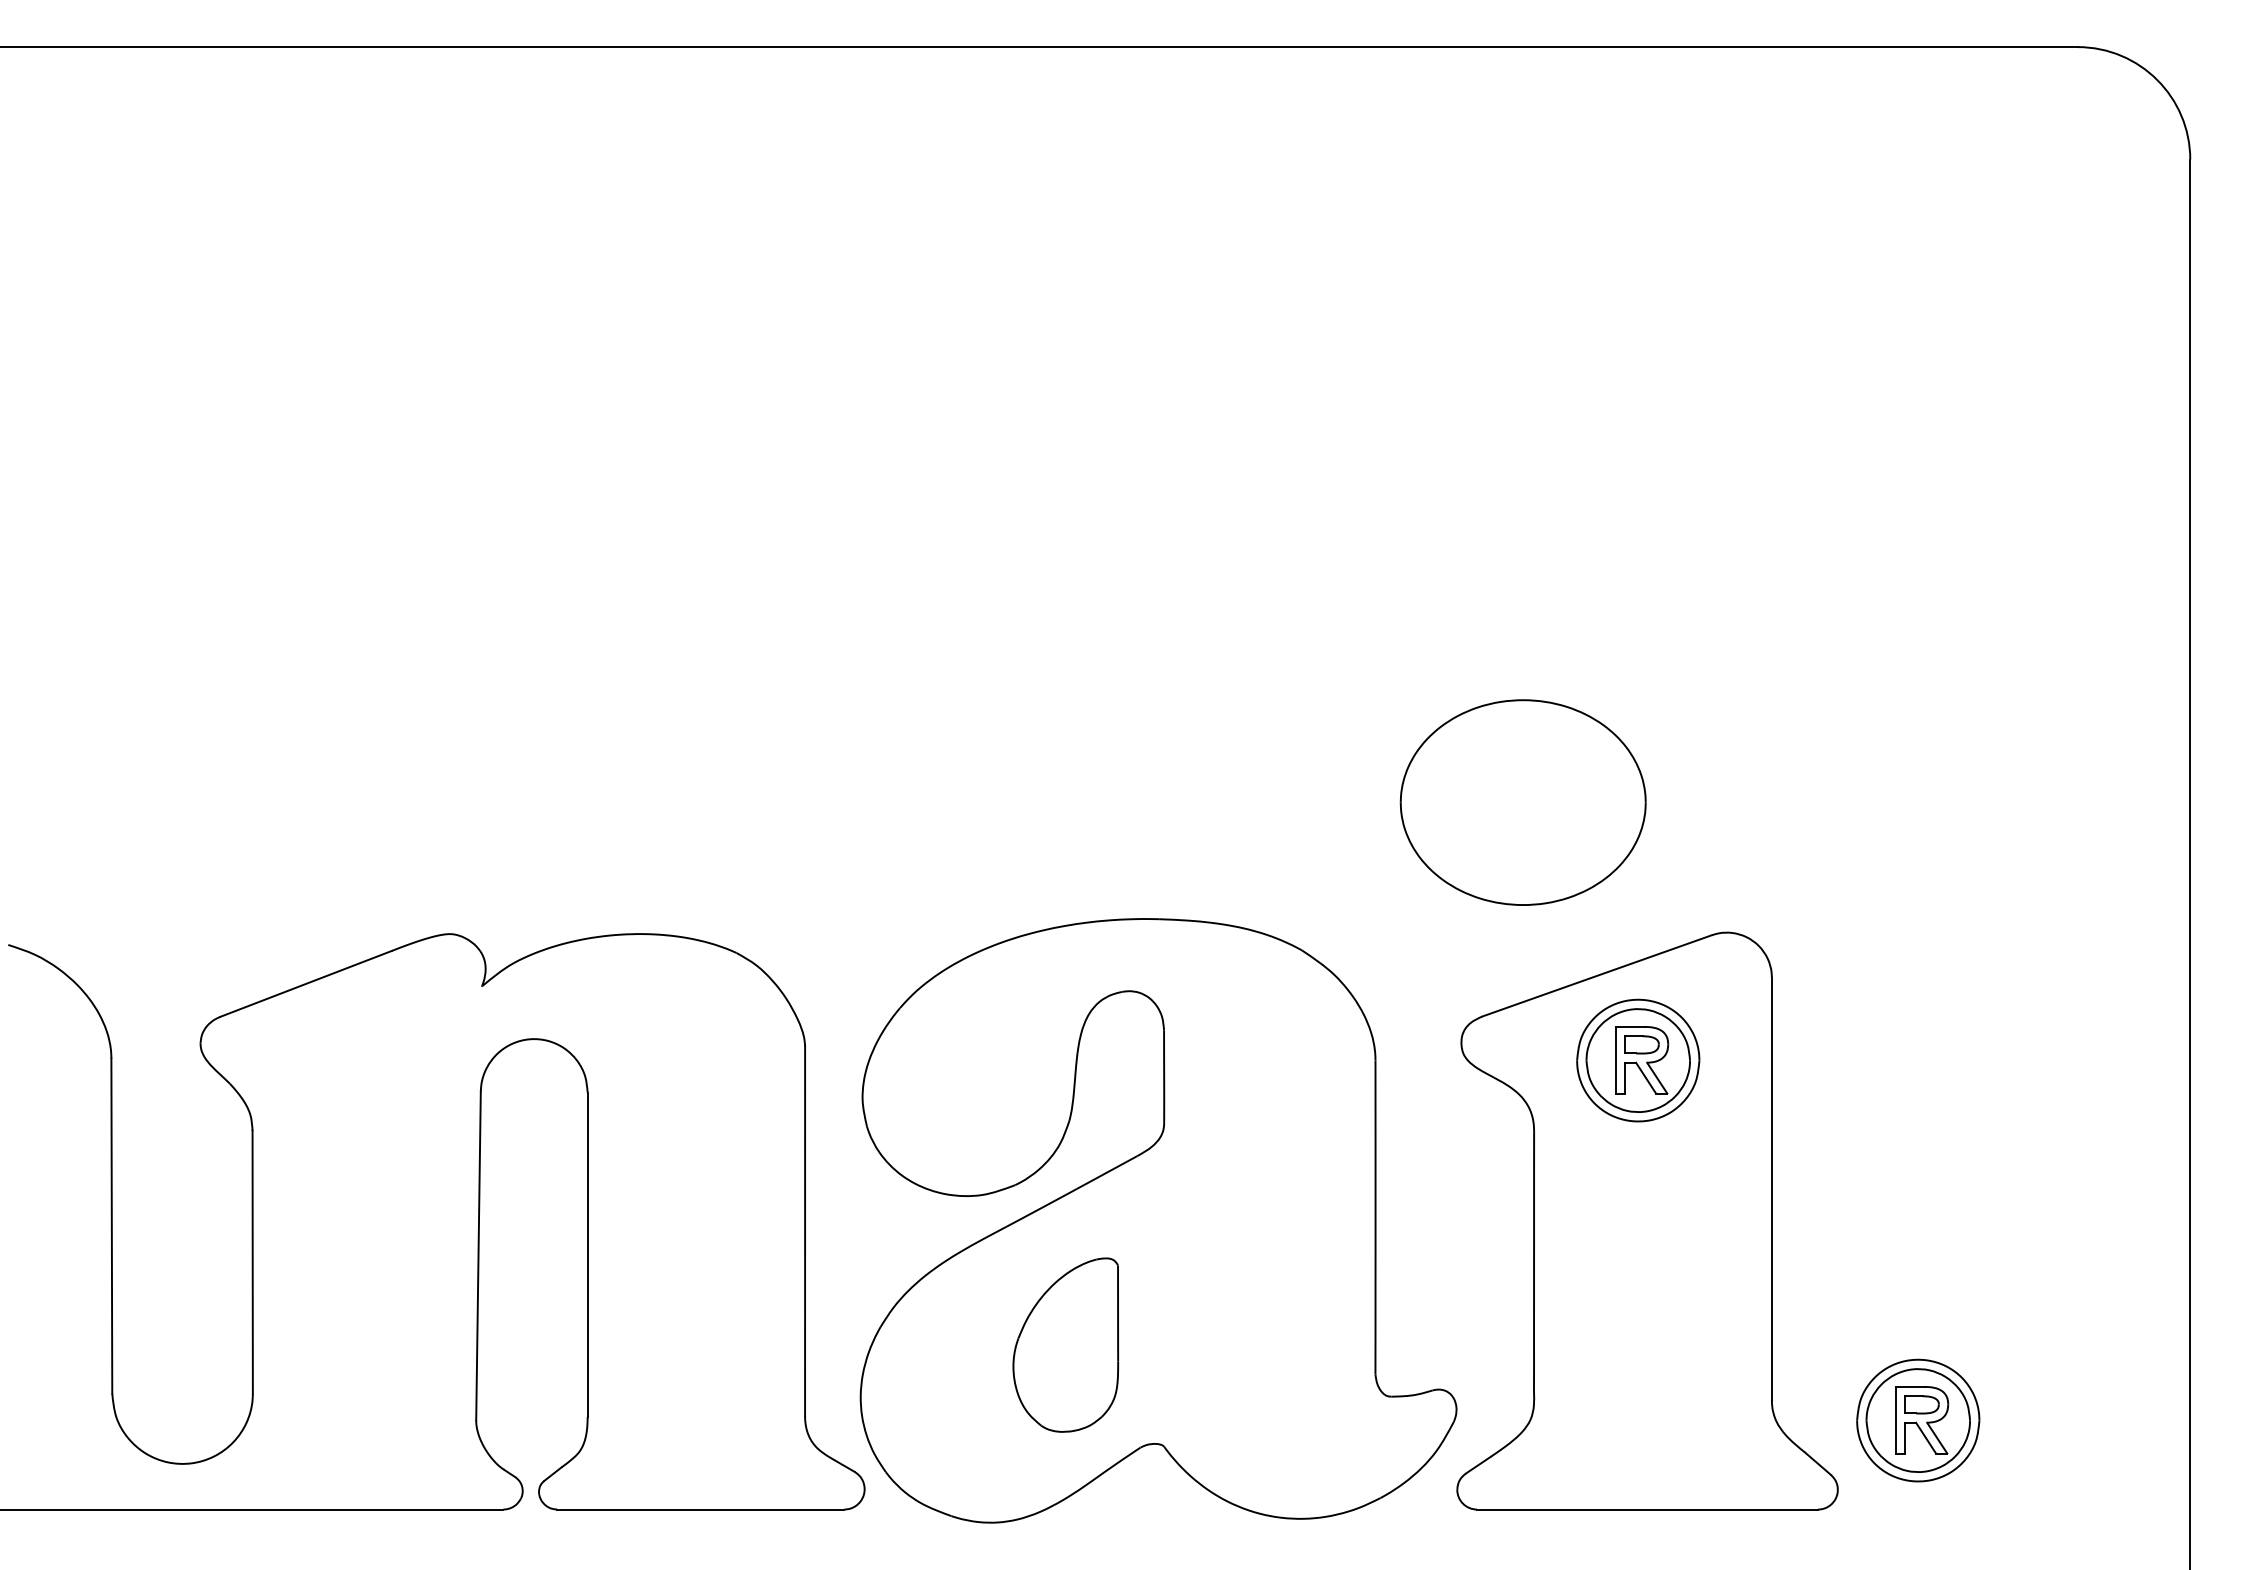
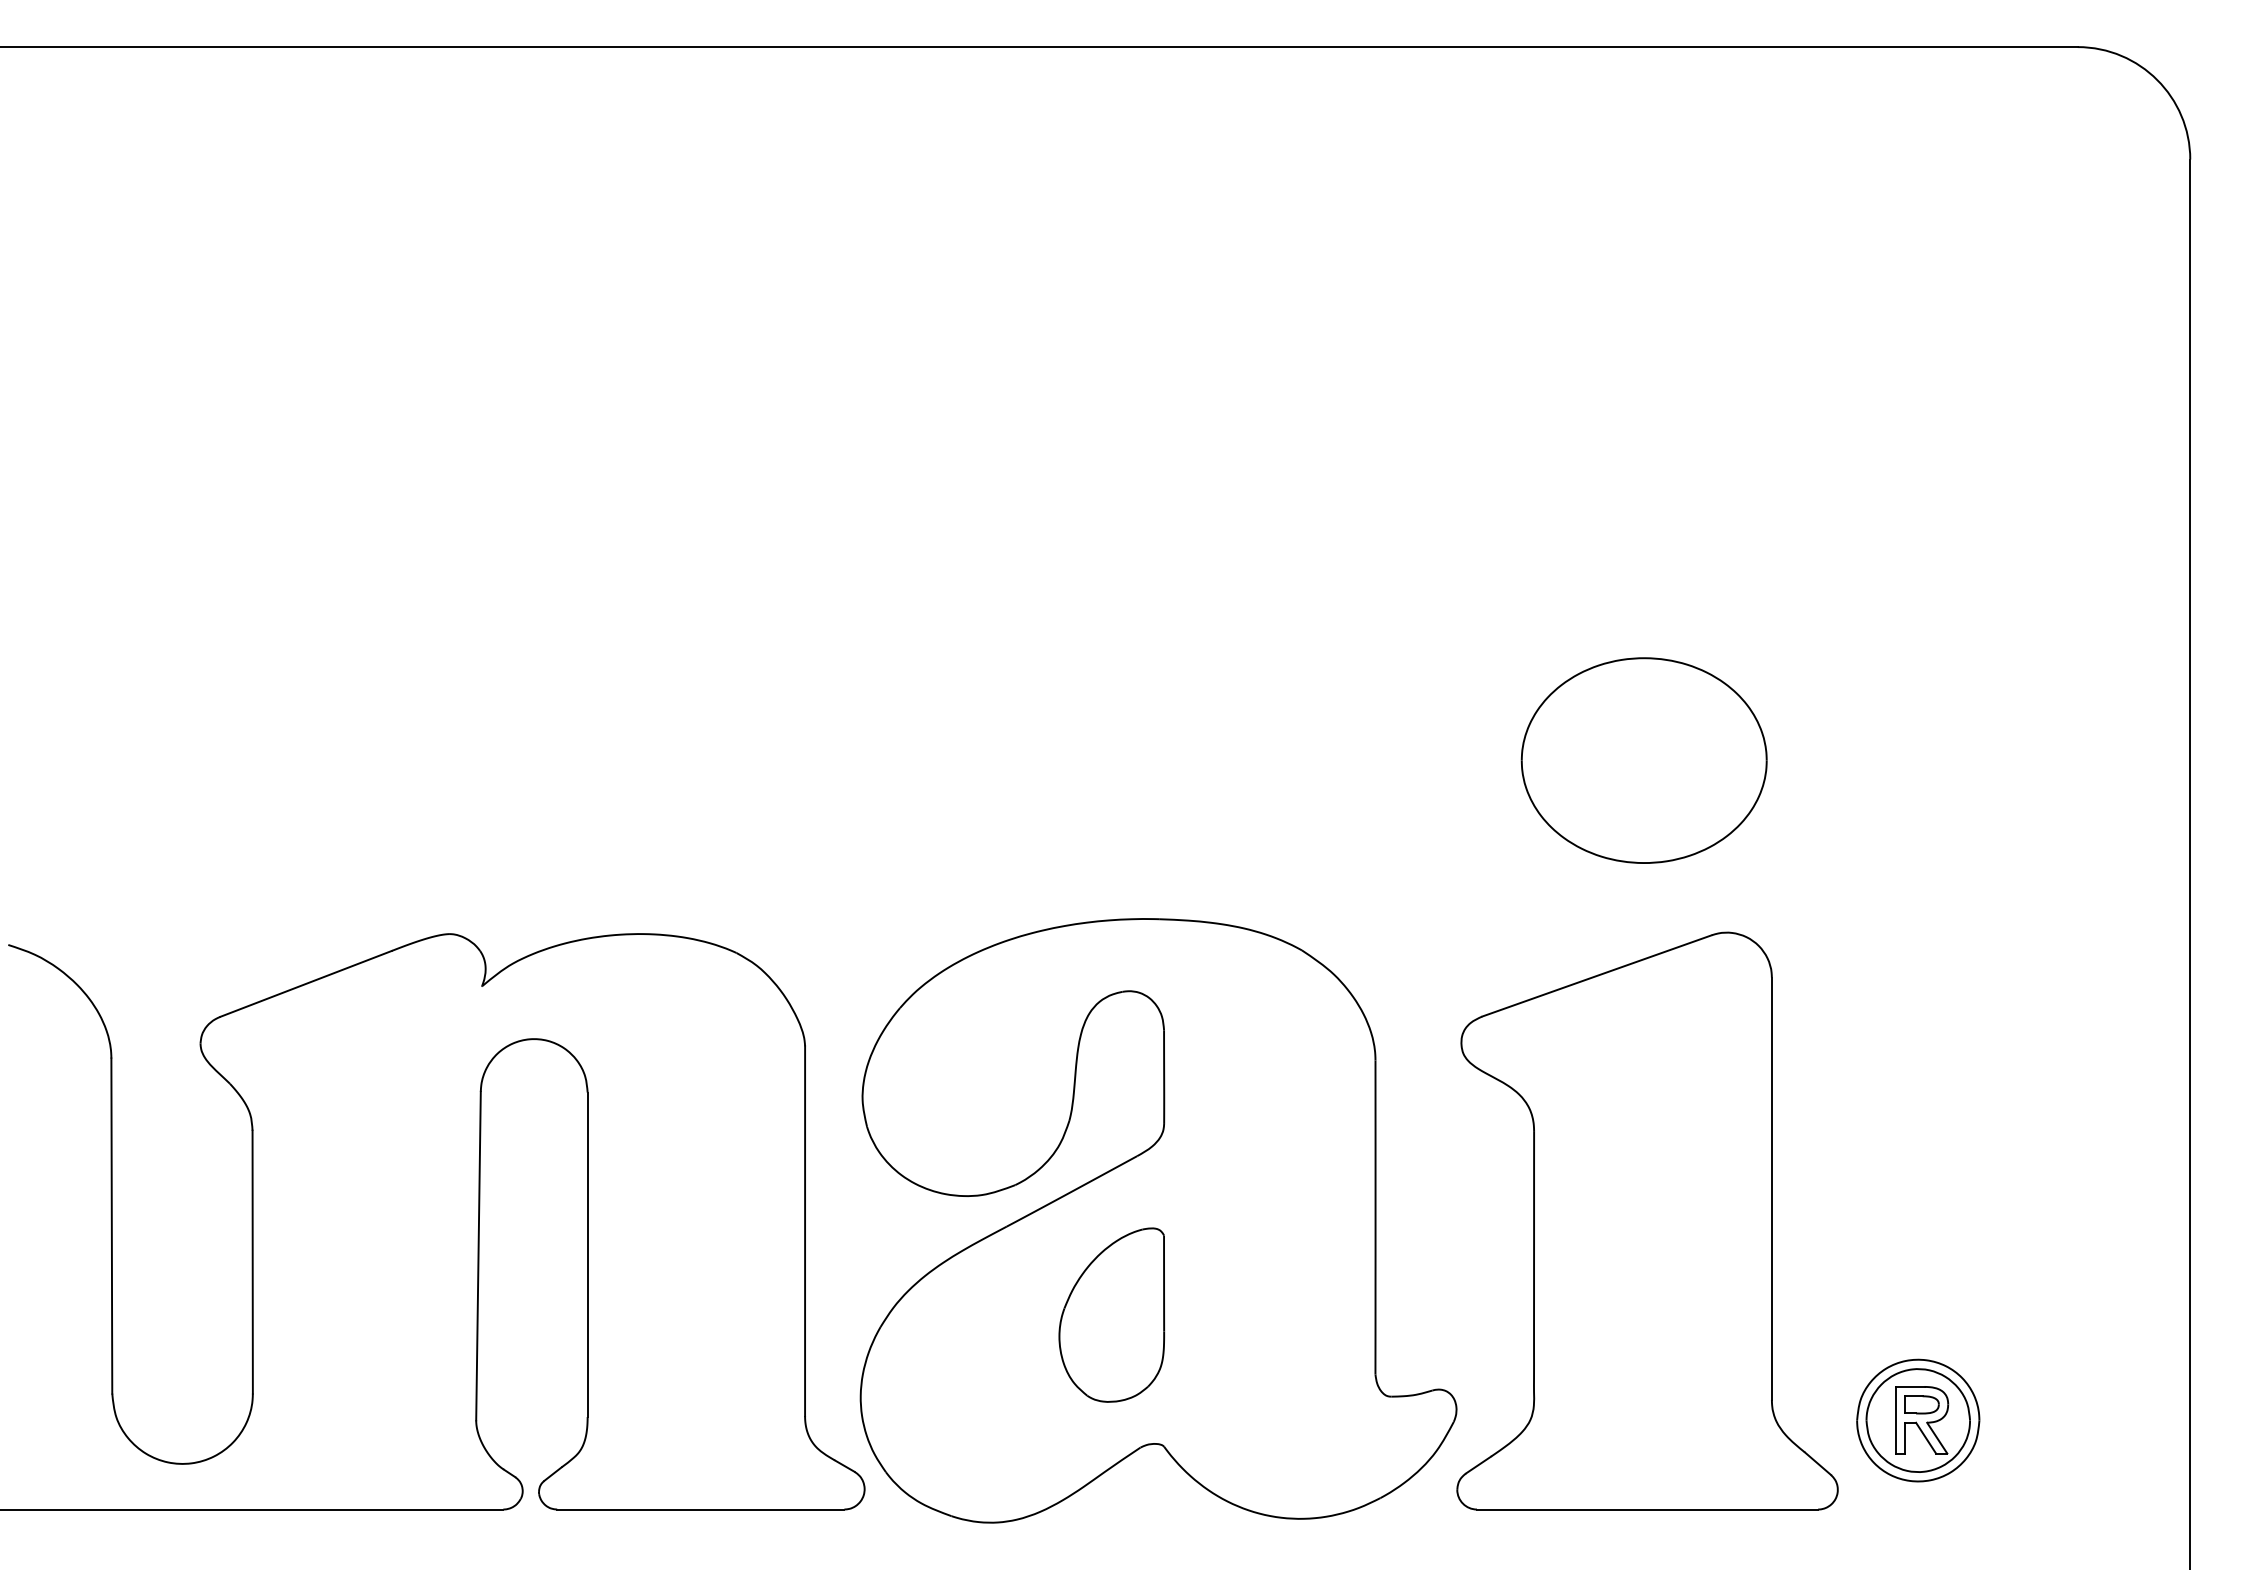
part at (1522, 802) position: (1522, 802) -> (1643, 760)
part at (1638, 1060): present -> none
part at (1065, 1344) position: (1065, 1344) -> (1111, 1314)
